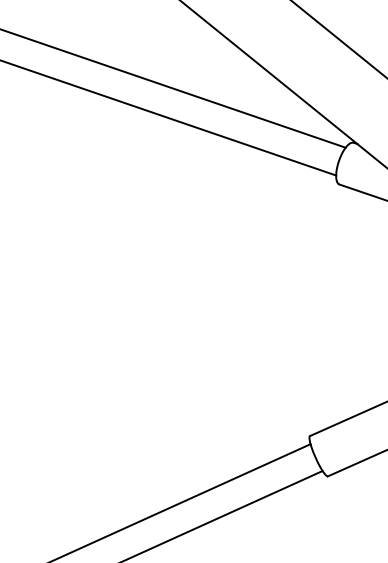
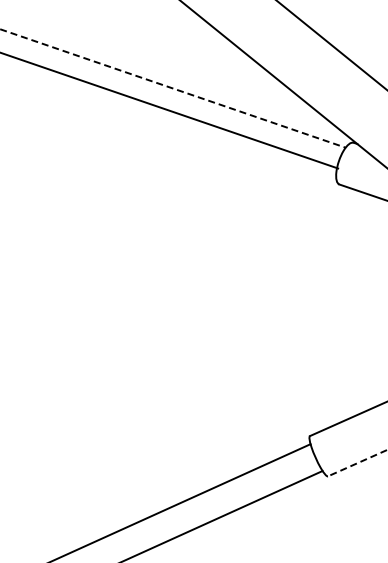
line at (338, 39) position: (338, 39) -> (331, 45)
line at (172, 88): solid -> dashed
line at (169, 118) position: (169, 118) -> (170, 110)
line at (357, 463): solid -> dashed
